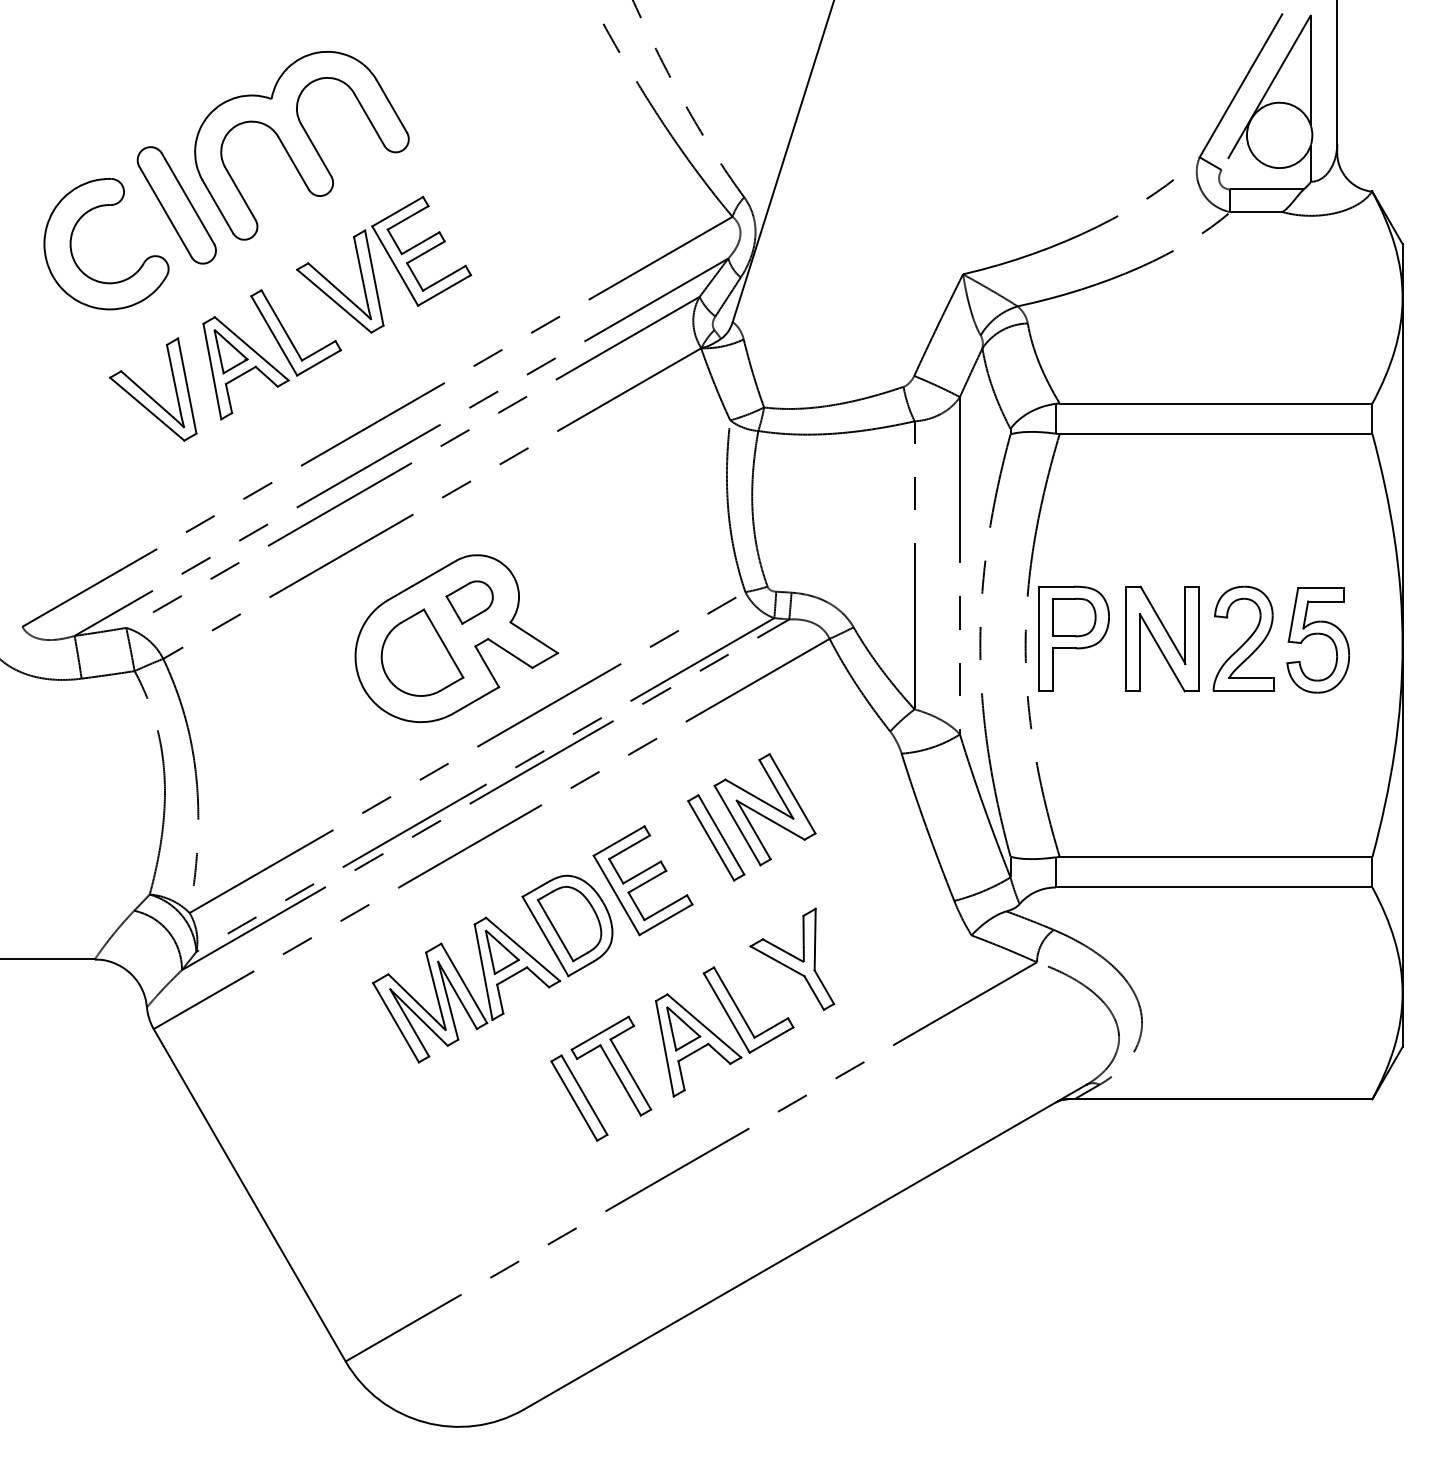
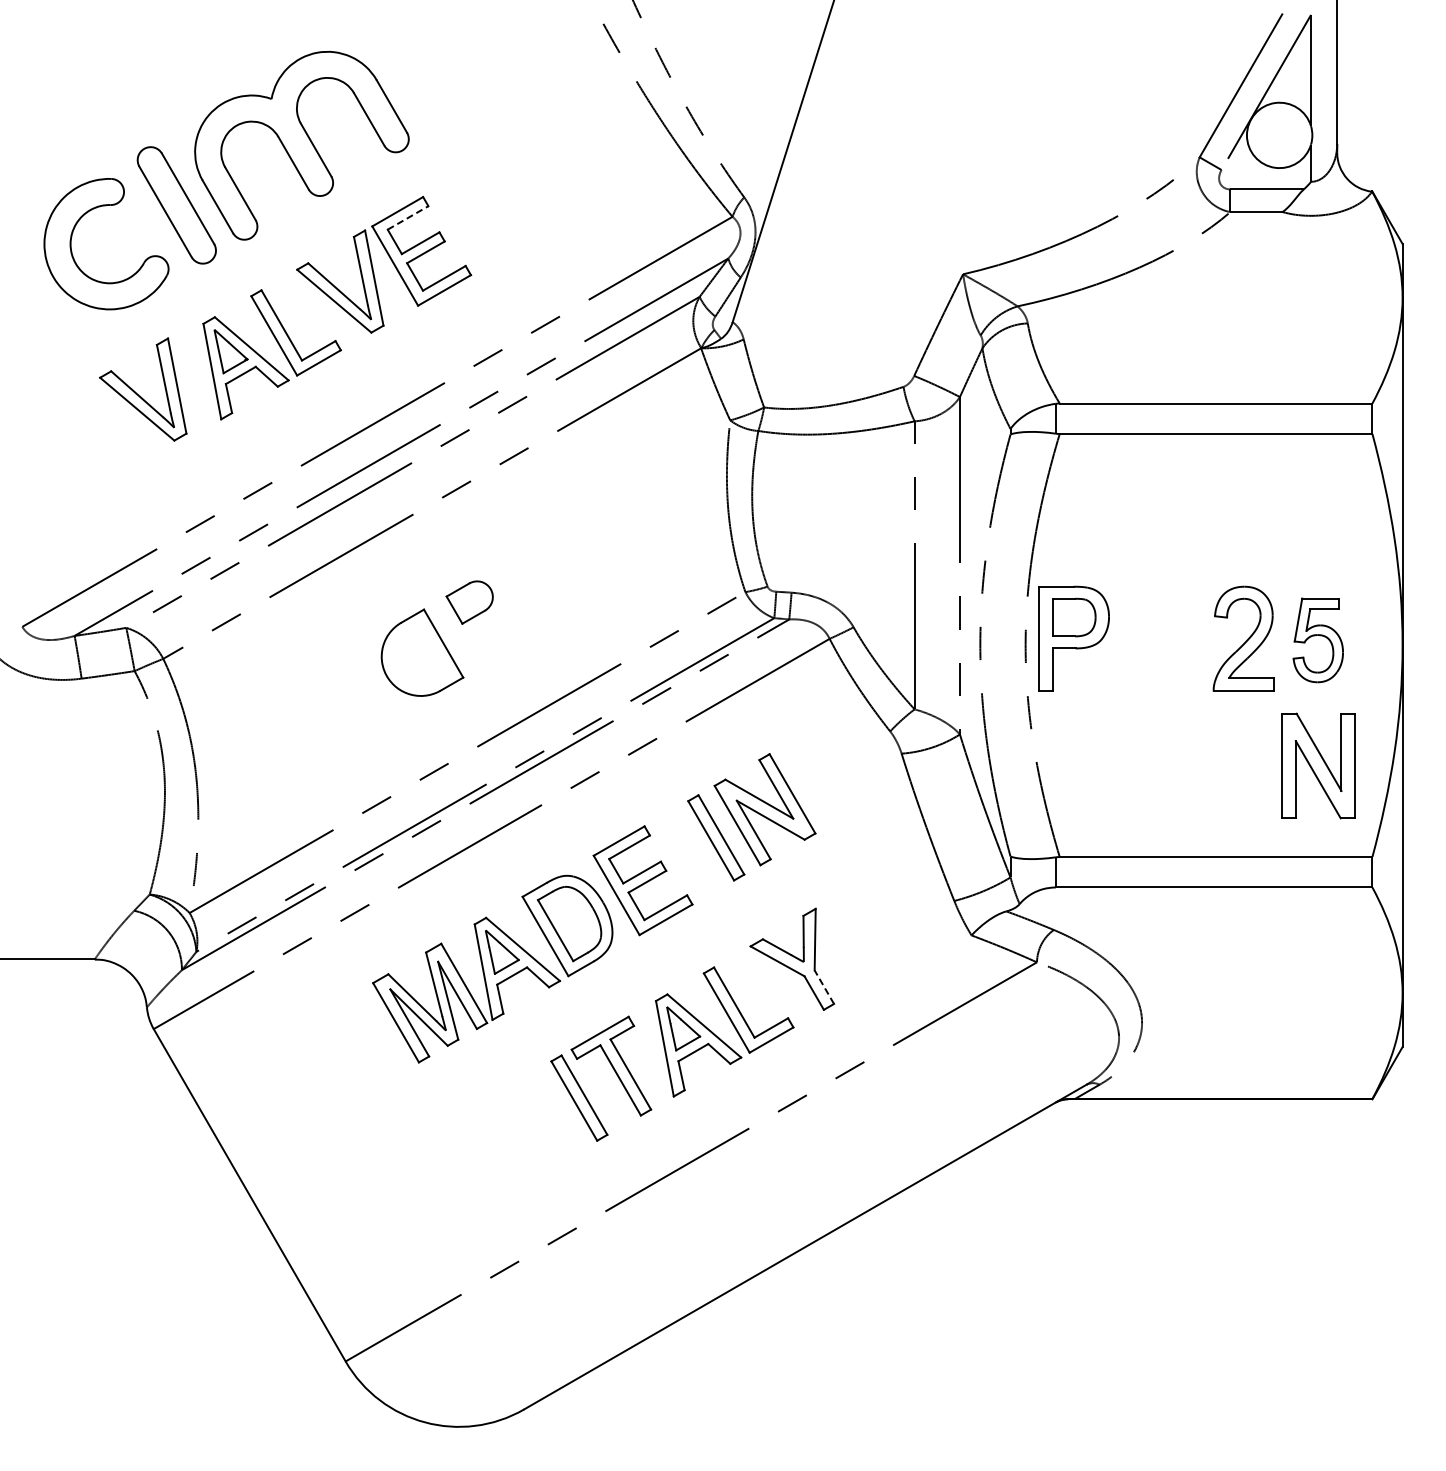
line at (408, 217): solid -> dashed
part at (150, 395) position: (150, 395) -> (140, 395)
part at (456, 638): present -> none
part at (1162, 638) position: (1162, 638) -> (1318, 765)
part at (1318, 640) size: 65x107 px -> 52x87 px
line at (824, 986): solid -> dashed
